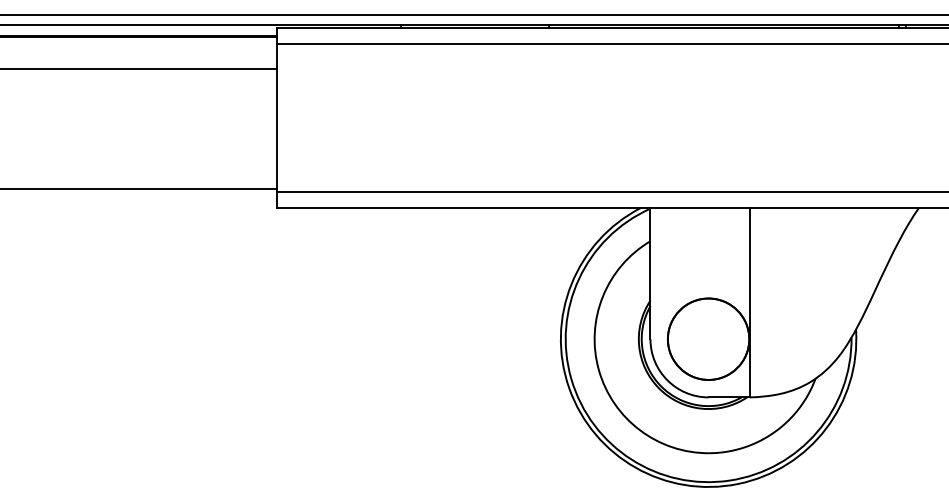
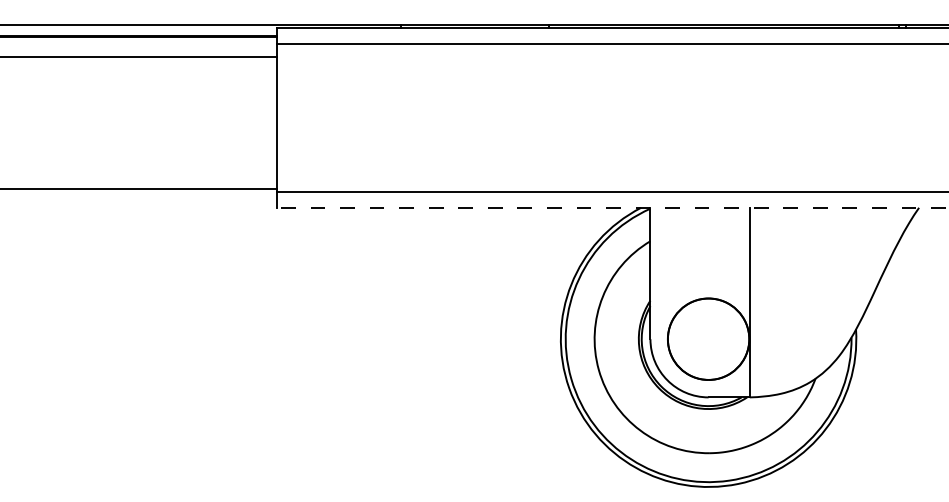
line at (473, 15): present -> none
line at (139, 69) position: (139, 69) -> (139, 57)
line at (612, 207): solid -> dashed
